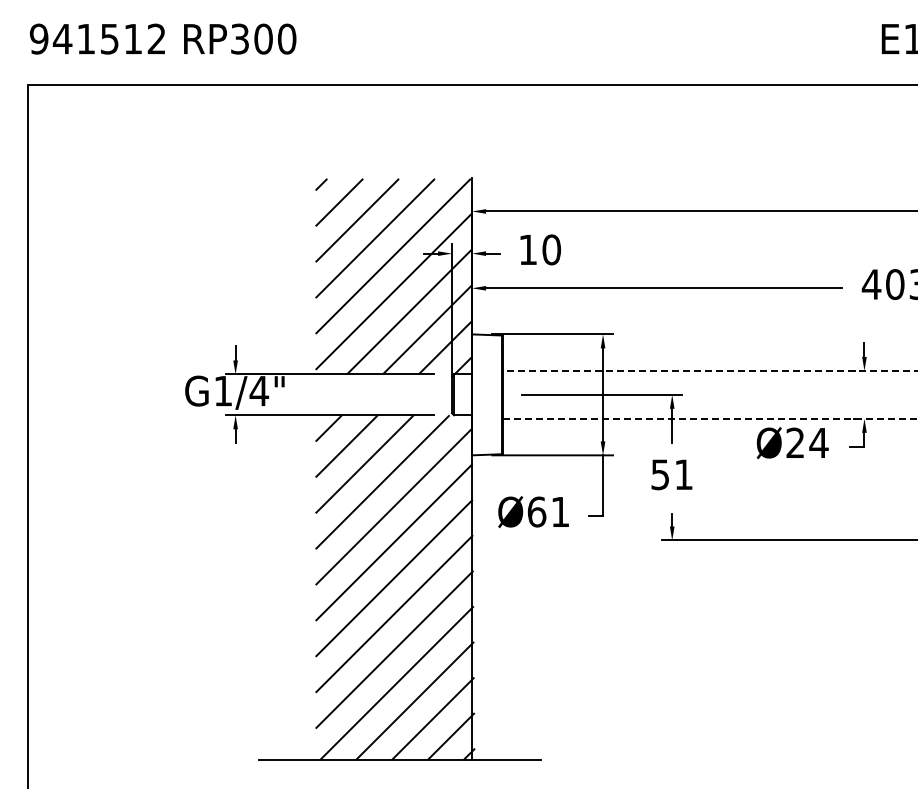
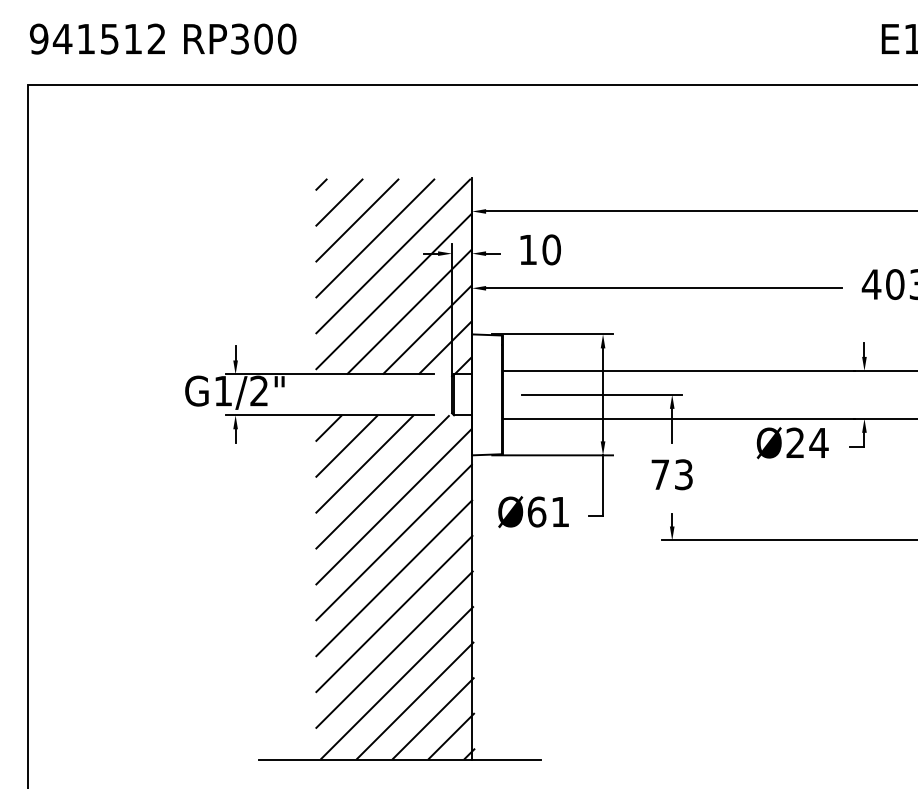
line at (709, 370): dashed -> solid
text at (259, 390): G1/4" -> G1/2"
line at (710, 418): dashed -> solid
text at (671, 474): 51 -> 73
